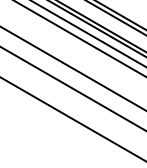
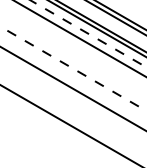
line at (88, 33): solid -> dashed
line at (72, 68): solid -> dashed
line at (72, 118) position: (72, 118) -> (70, 125)
